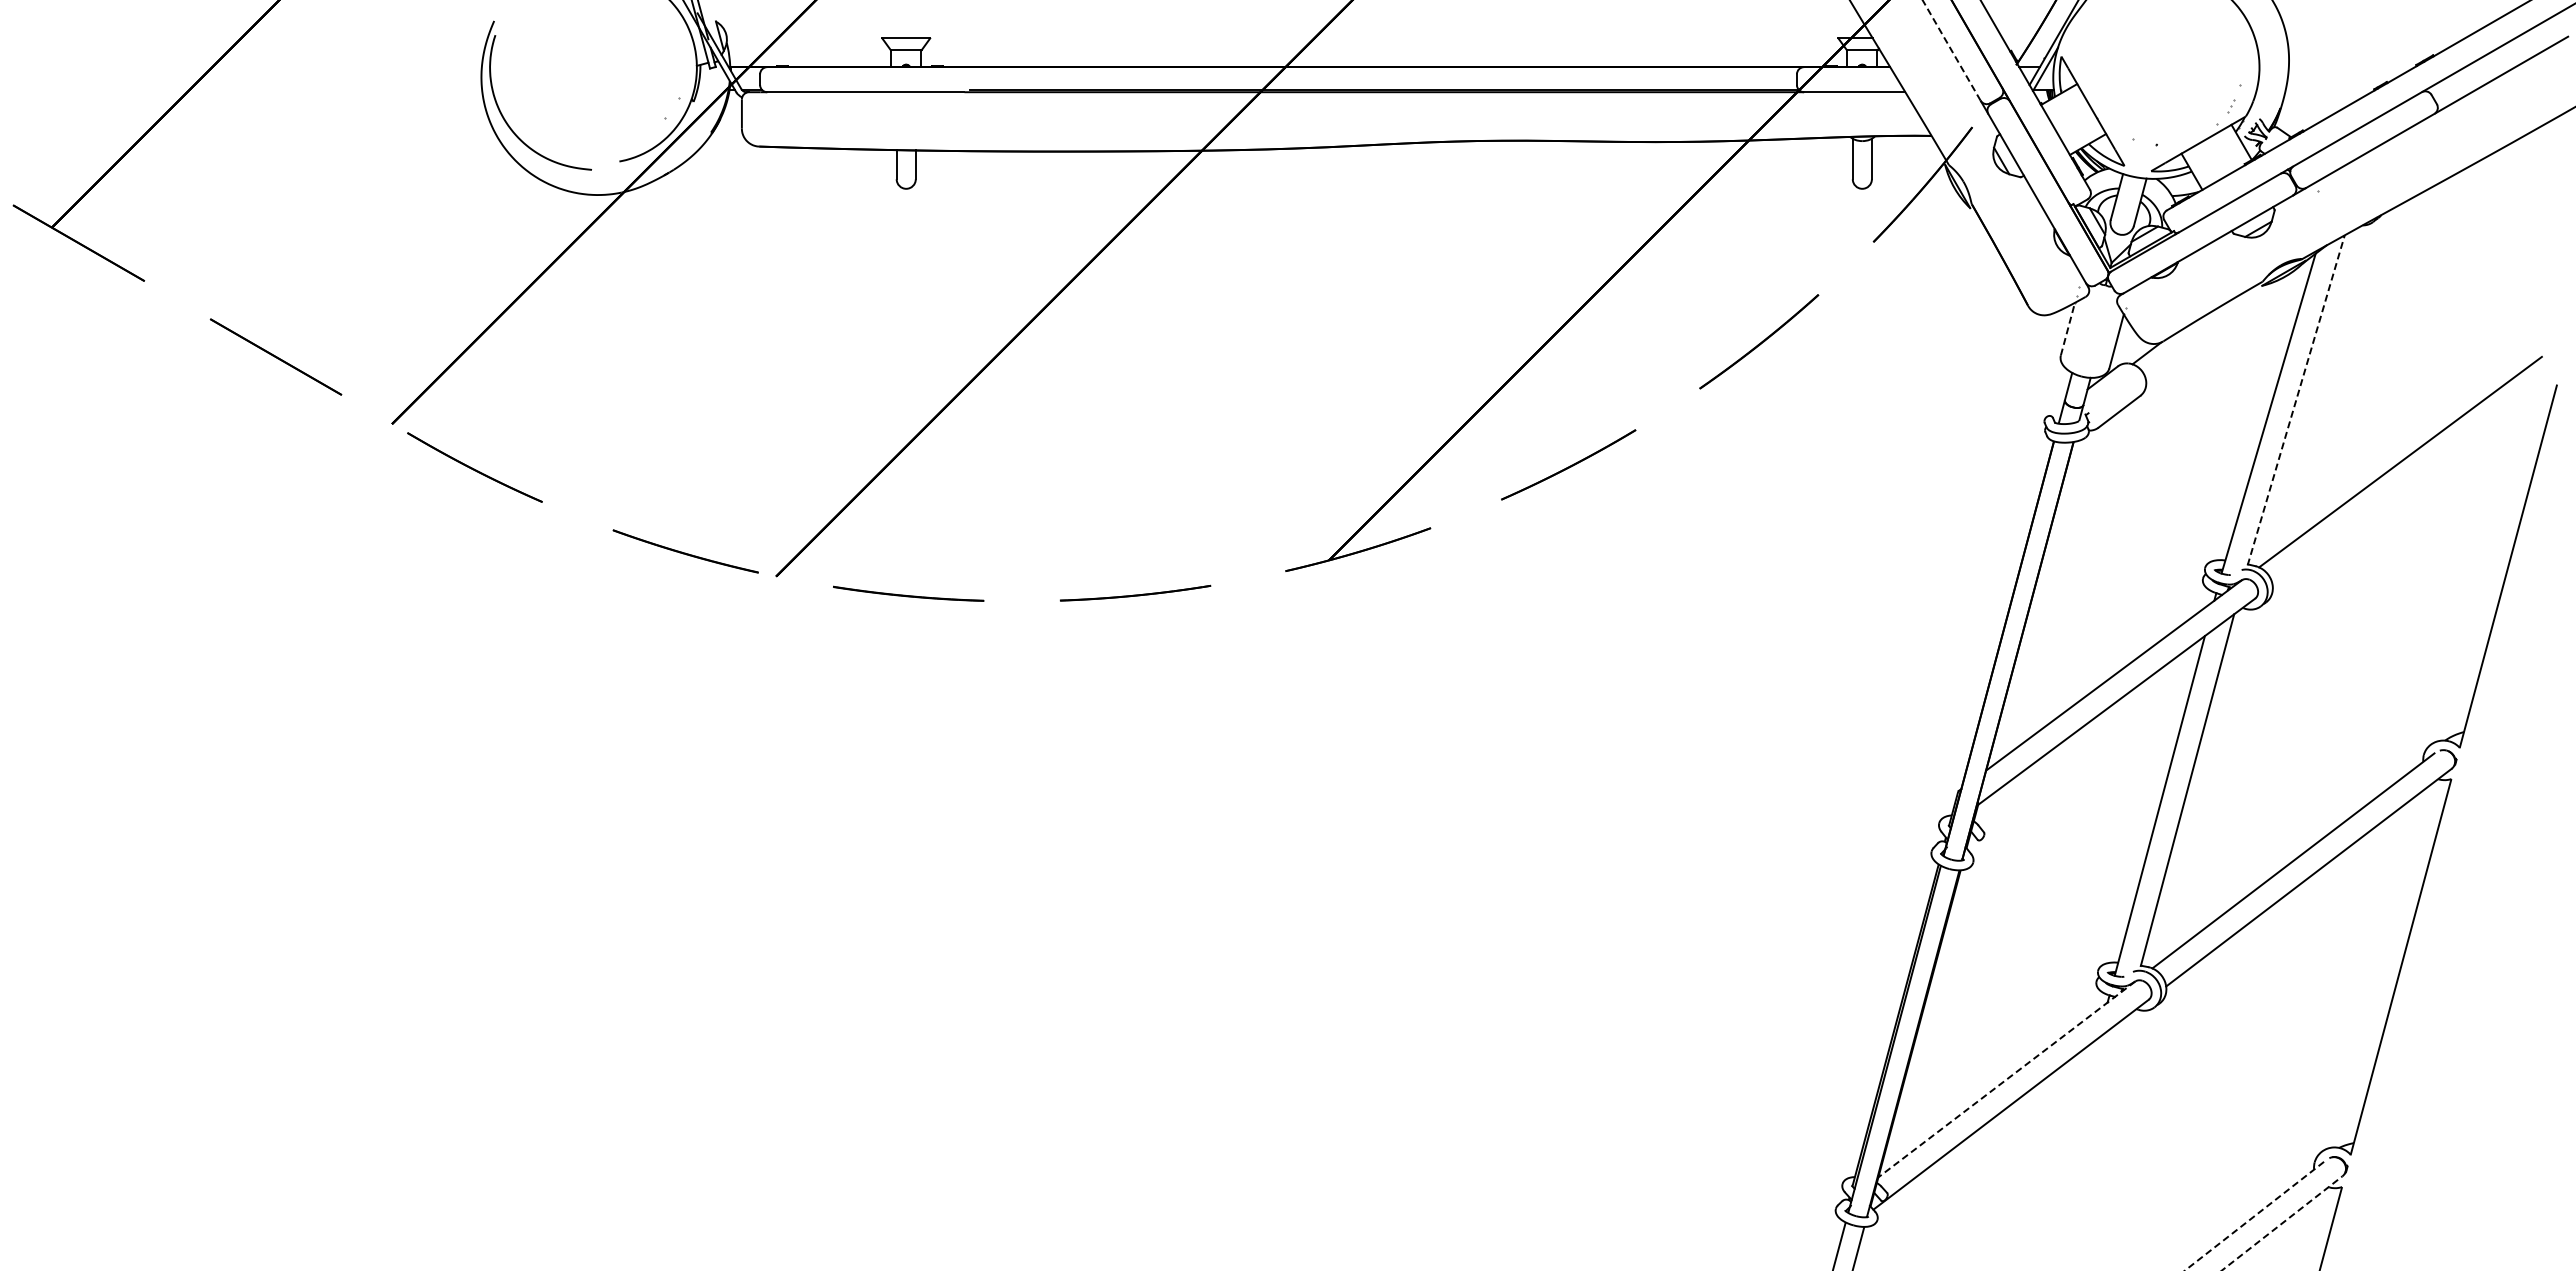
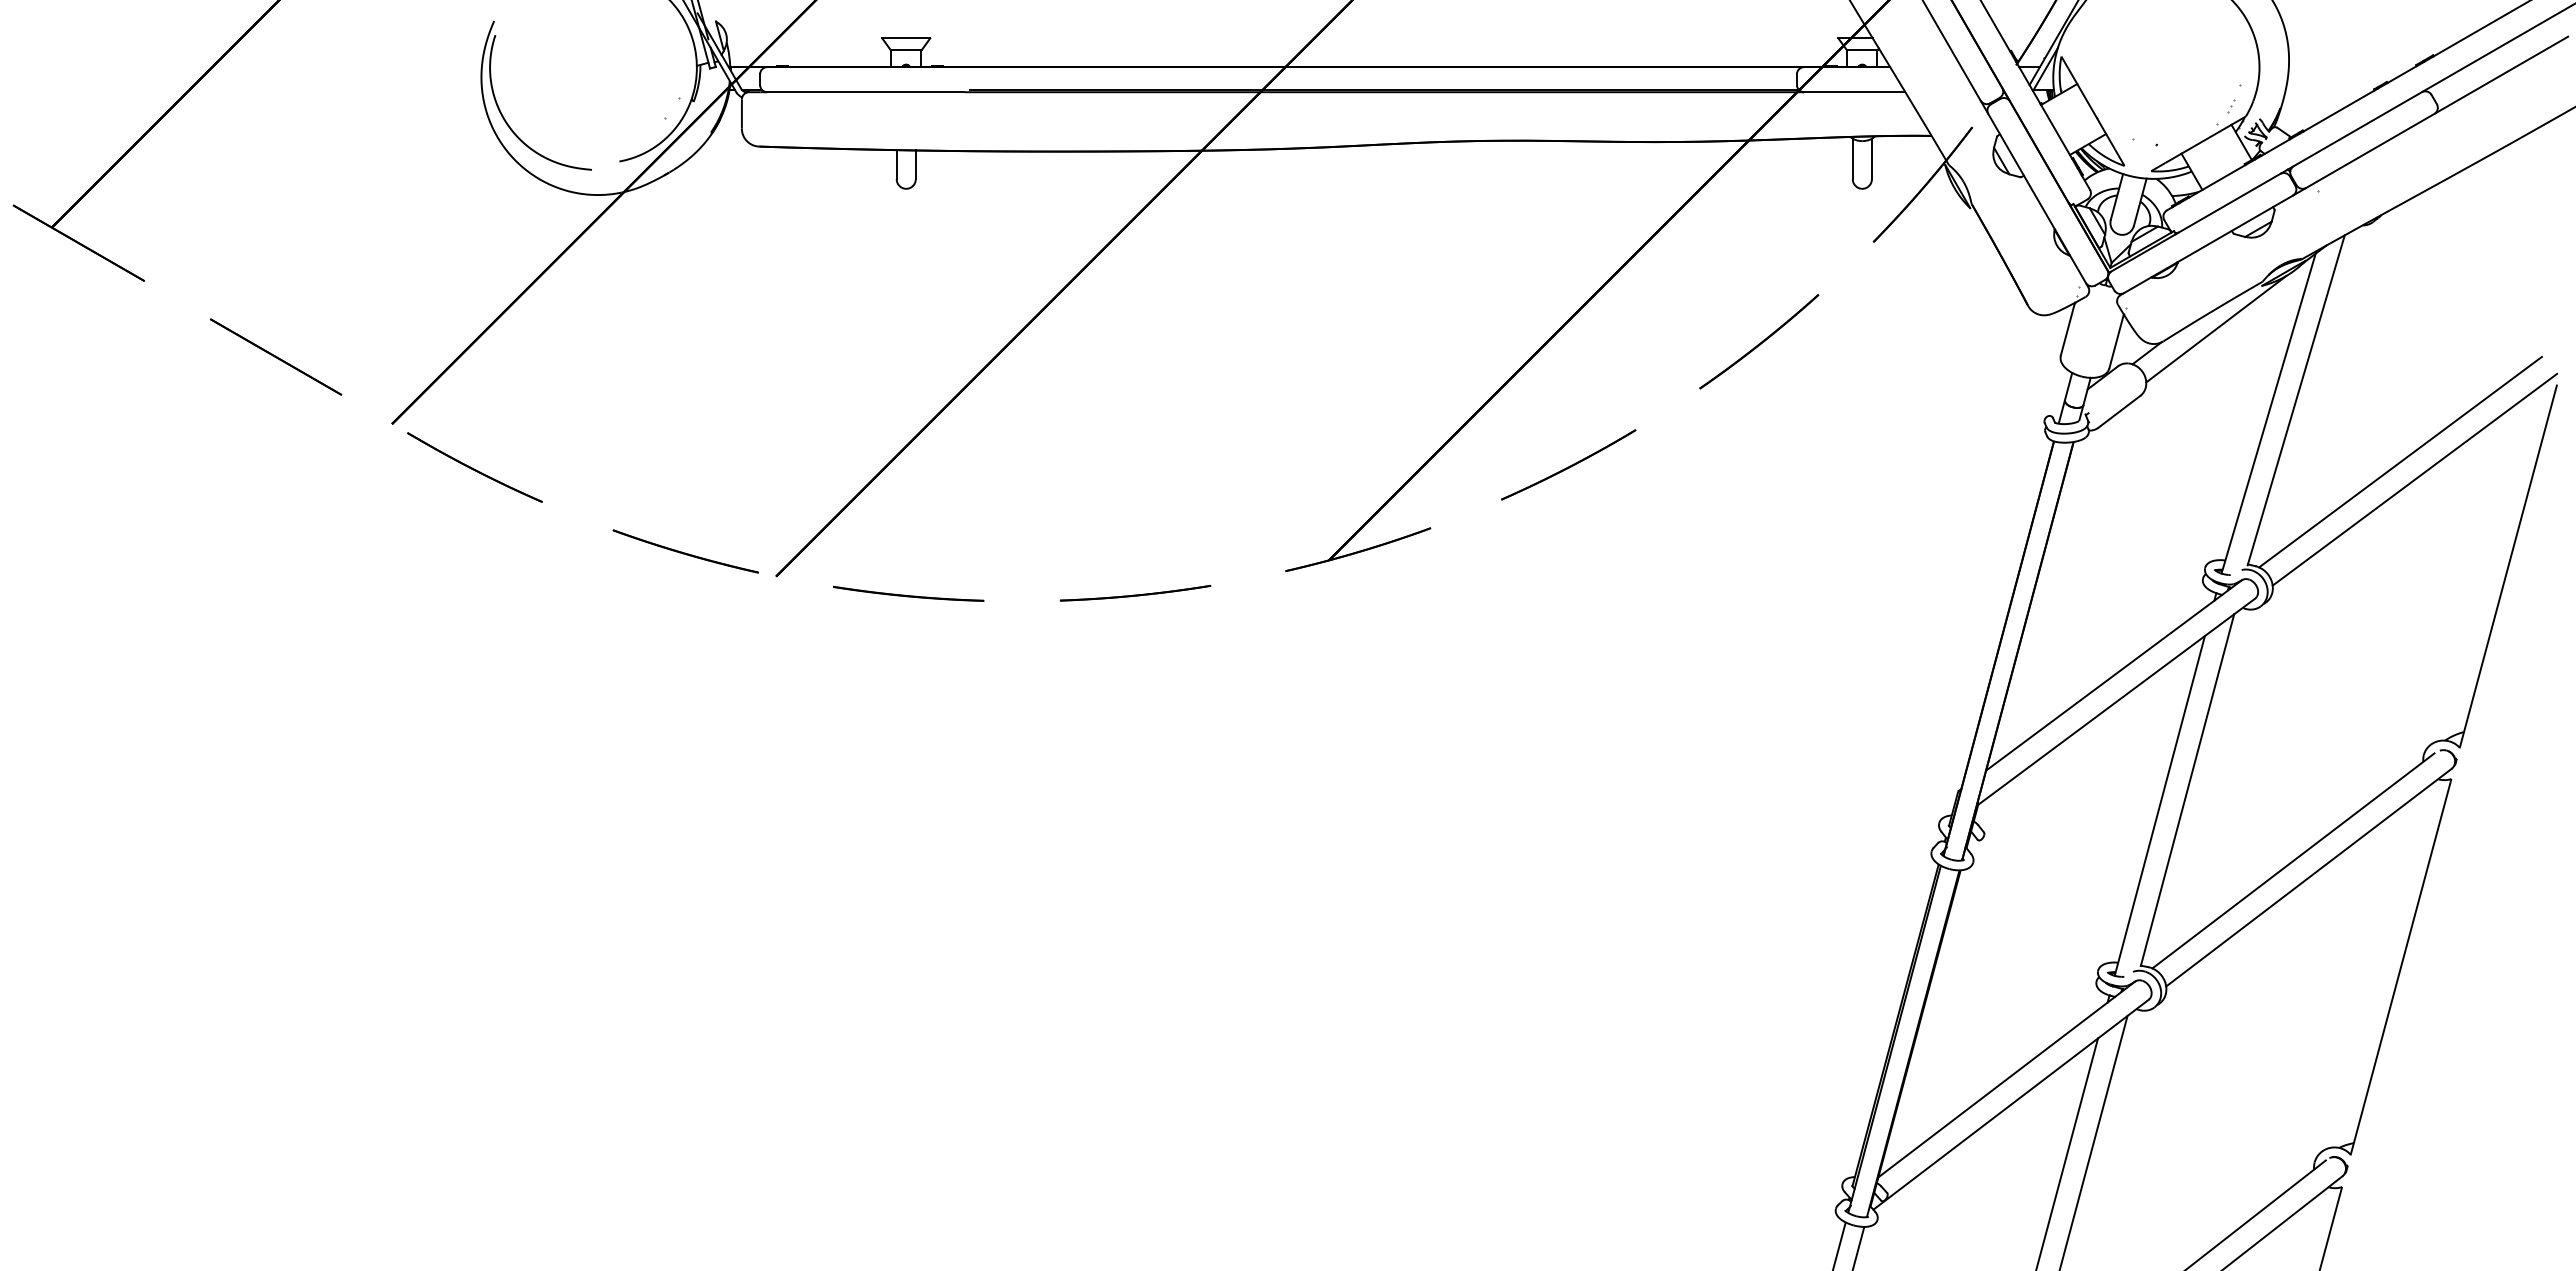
line at (1951, 50): dashed -> solid
line at (2068, 328): dashed -> solid
line at (2216, 329): none -> present
line at (2296, 399): dashed -> solid
line at (2414, 479): none -> present
line at (2006, 1079): dashed -> solid
line at (2093, 1141): none -> present
line at (2067, 1152): none -> present
line at (2255, 1215): dashed -> solid
line at (2282, 1223): dashed -> solid
